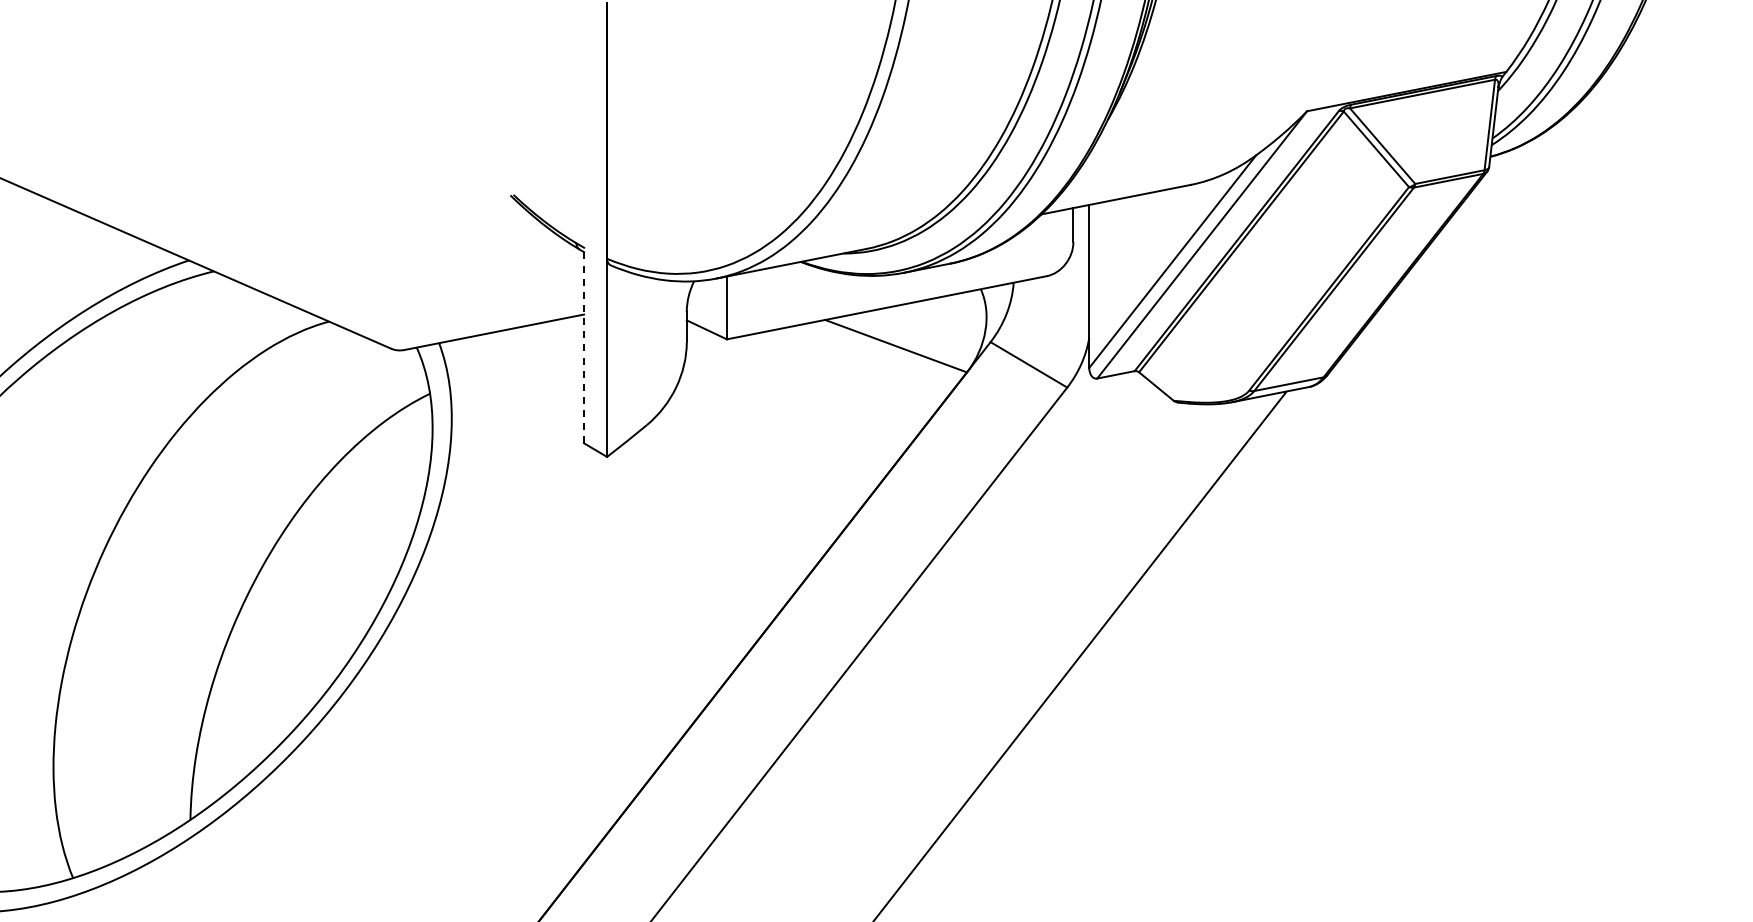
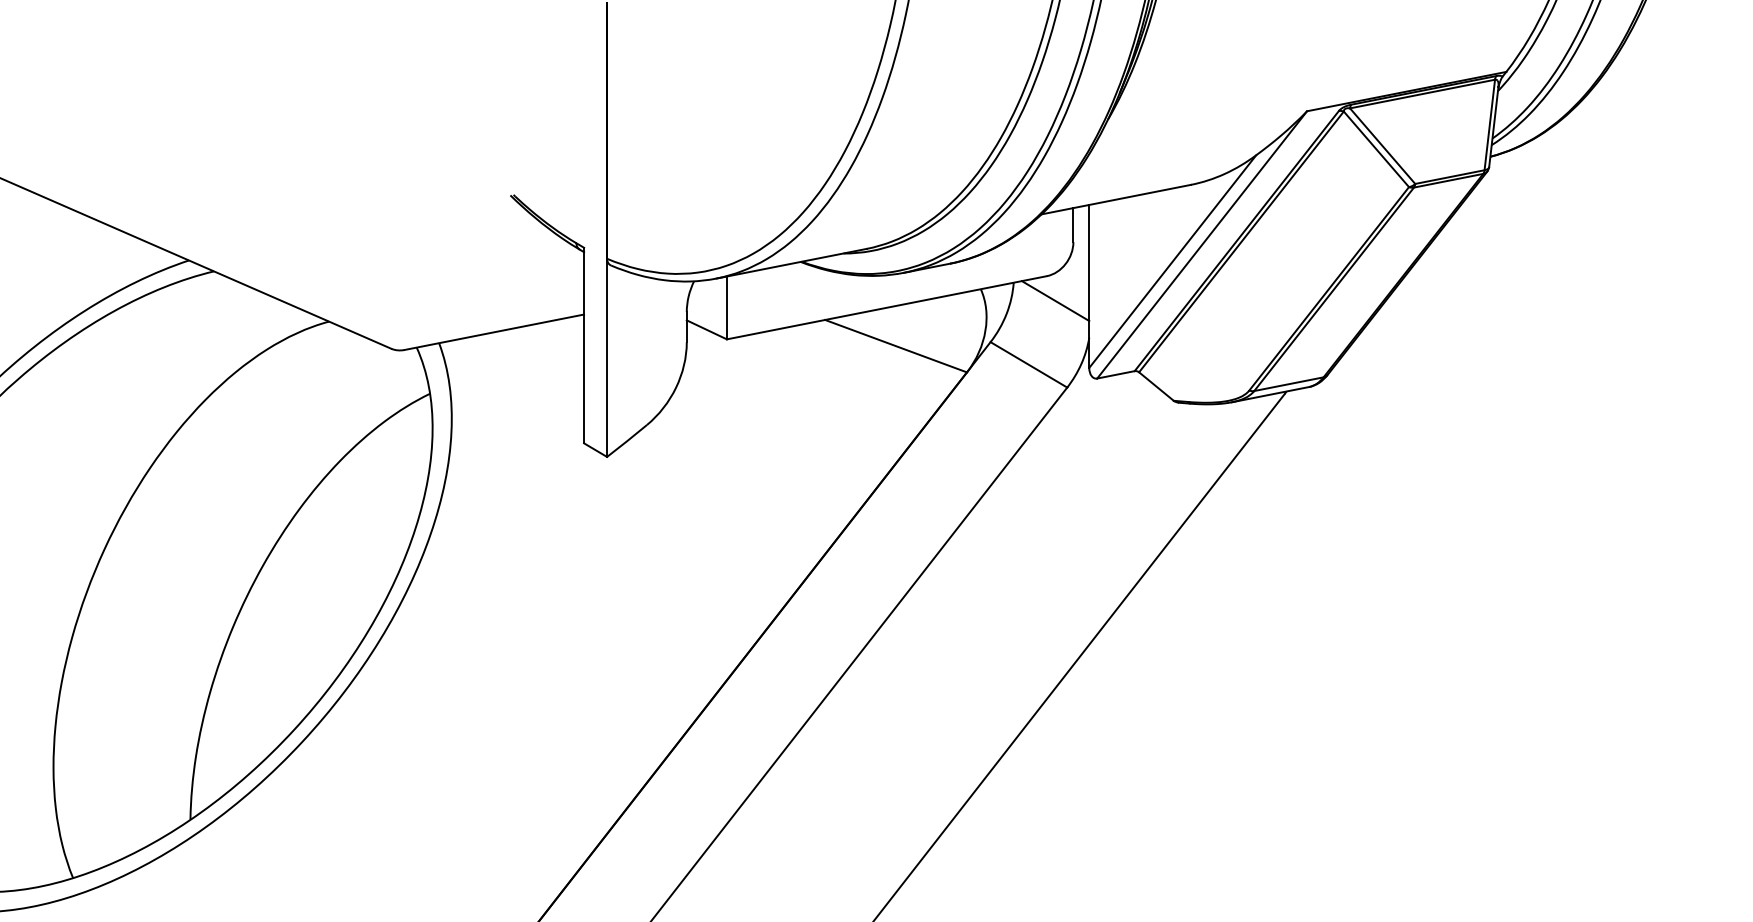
line at (1055, 301): none -> present
line at (584, 345): dashed -> solid
